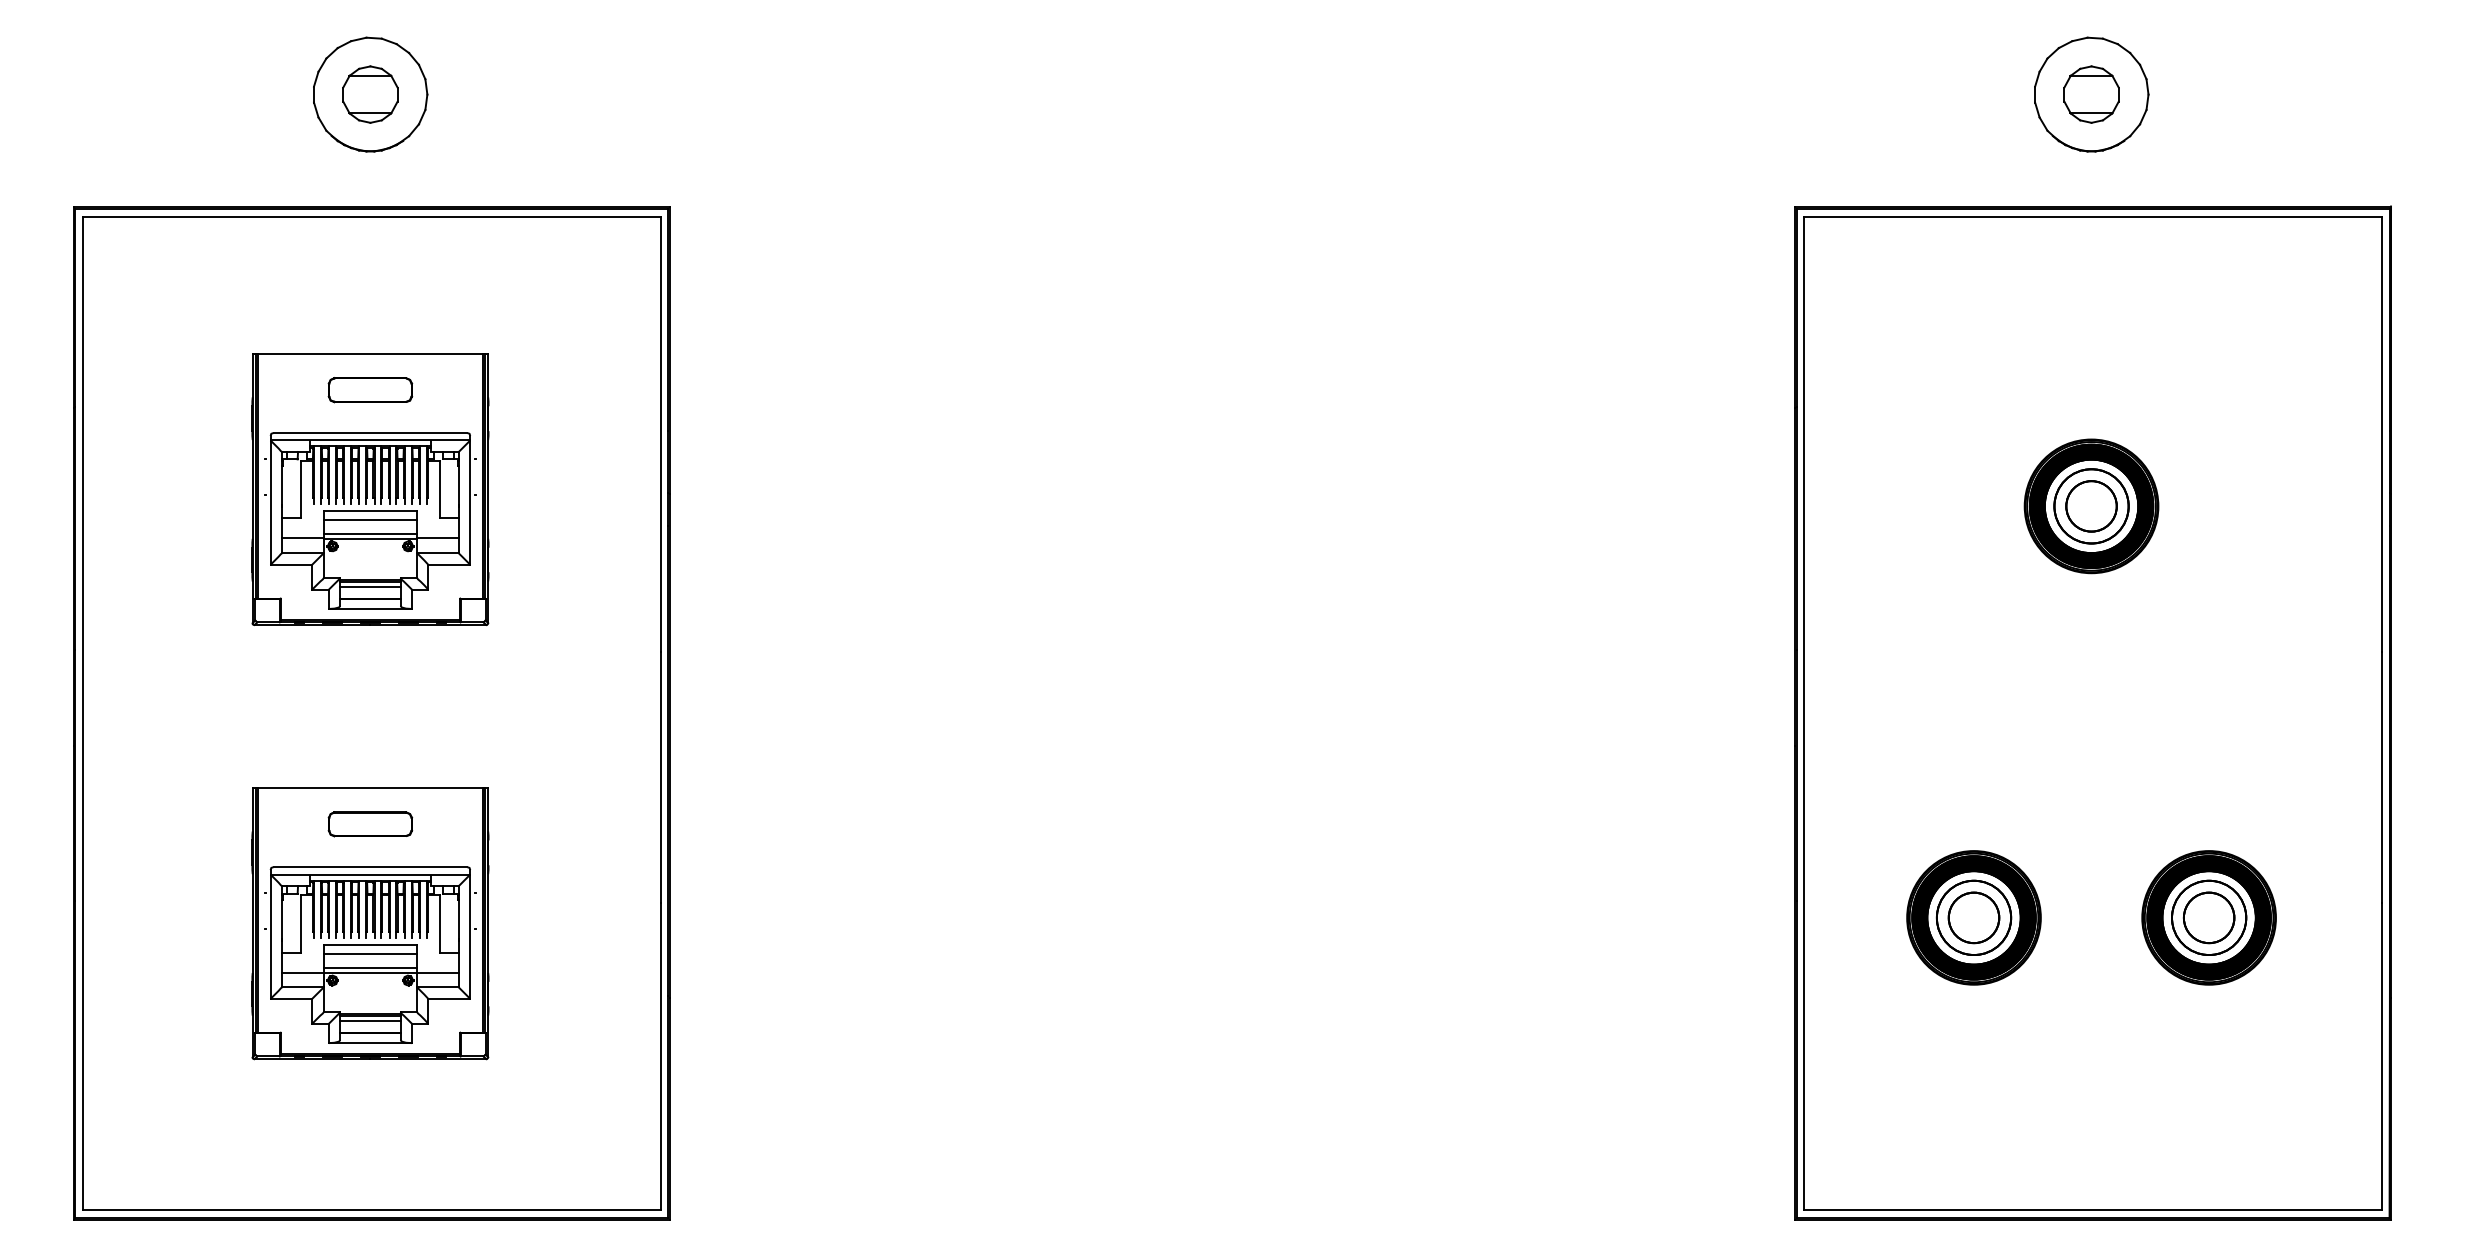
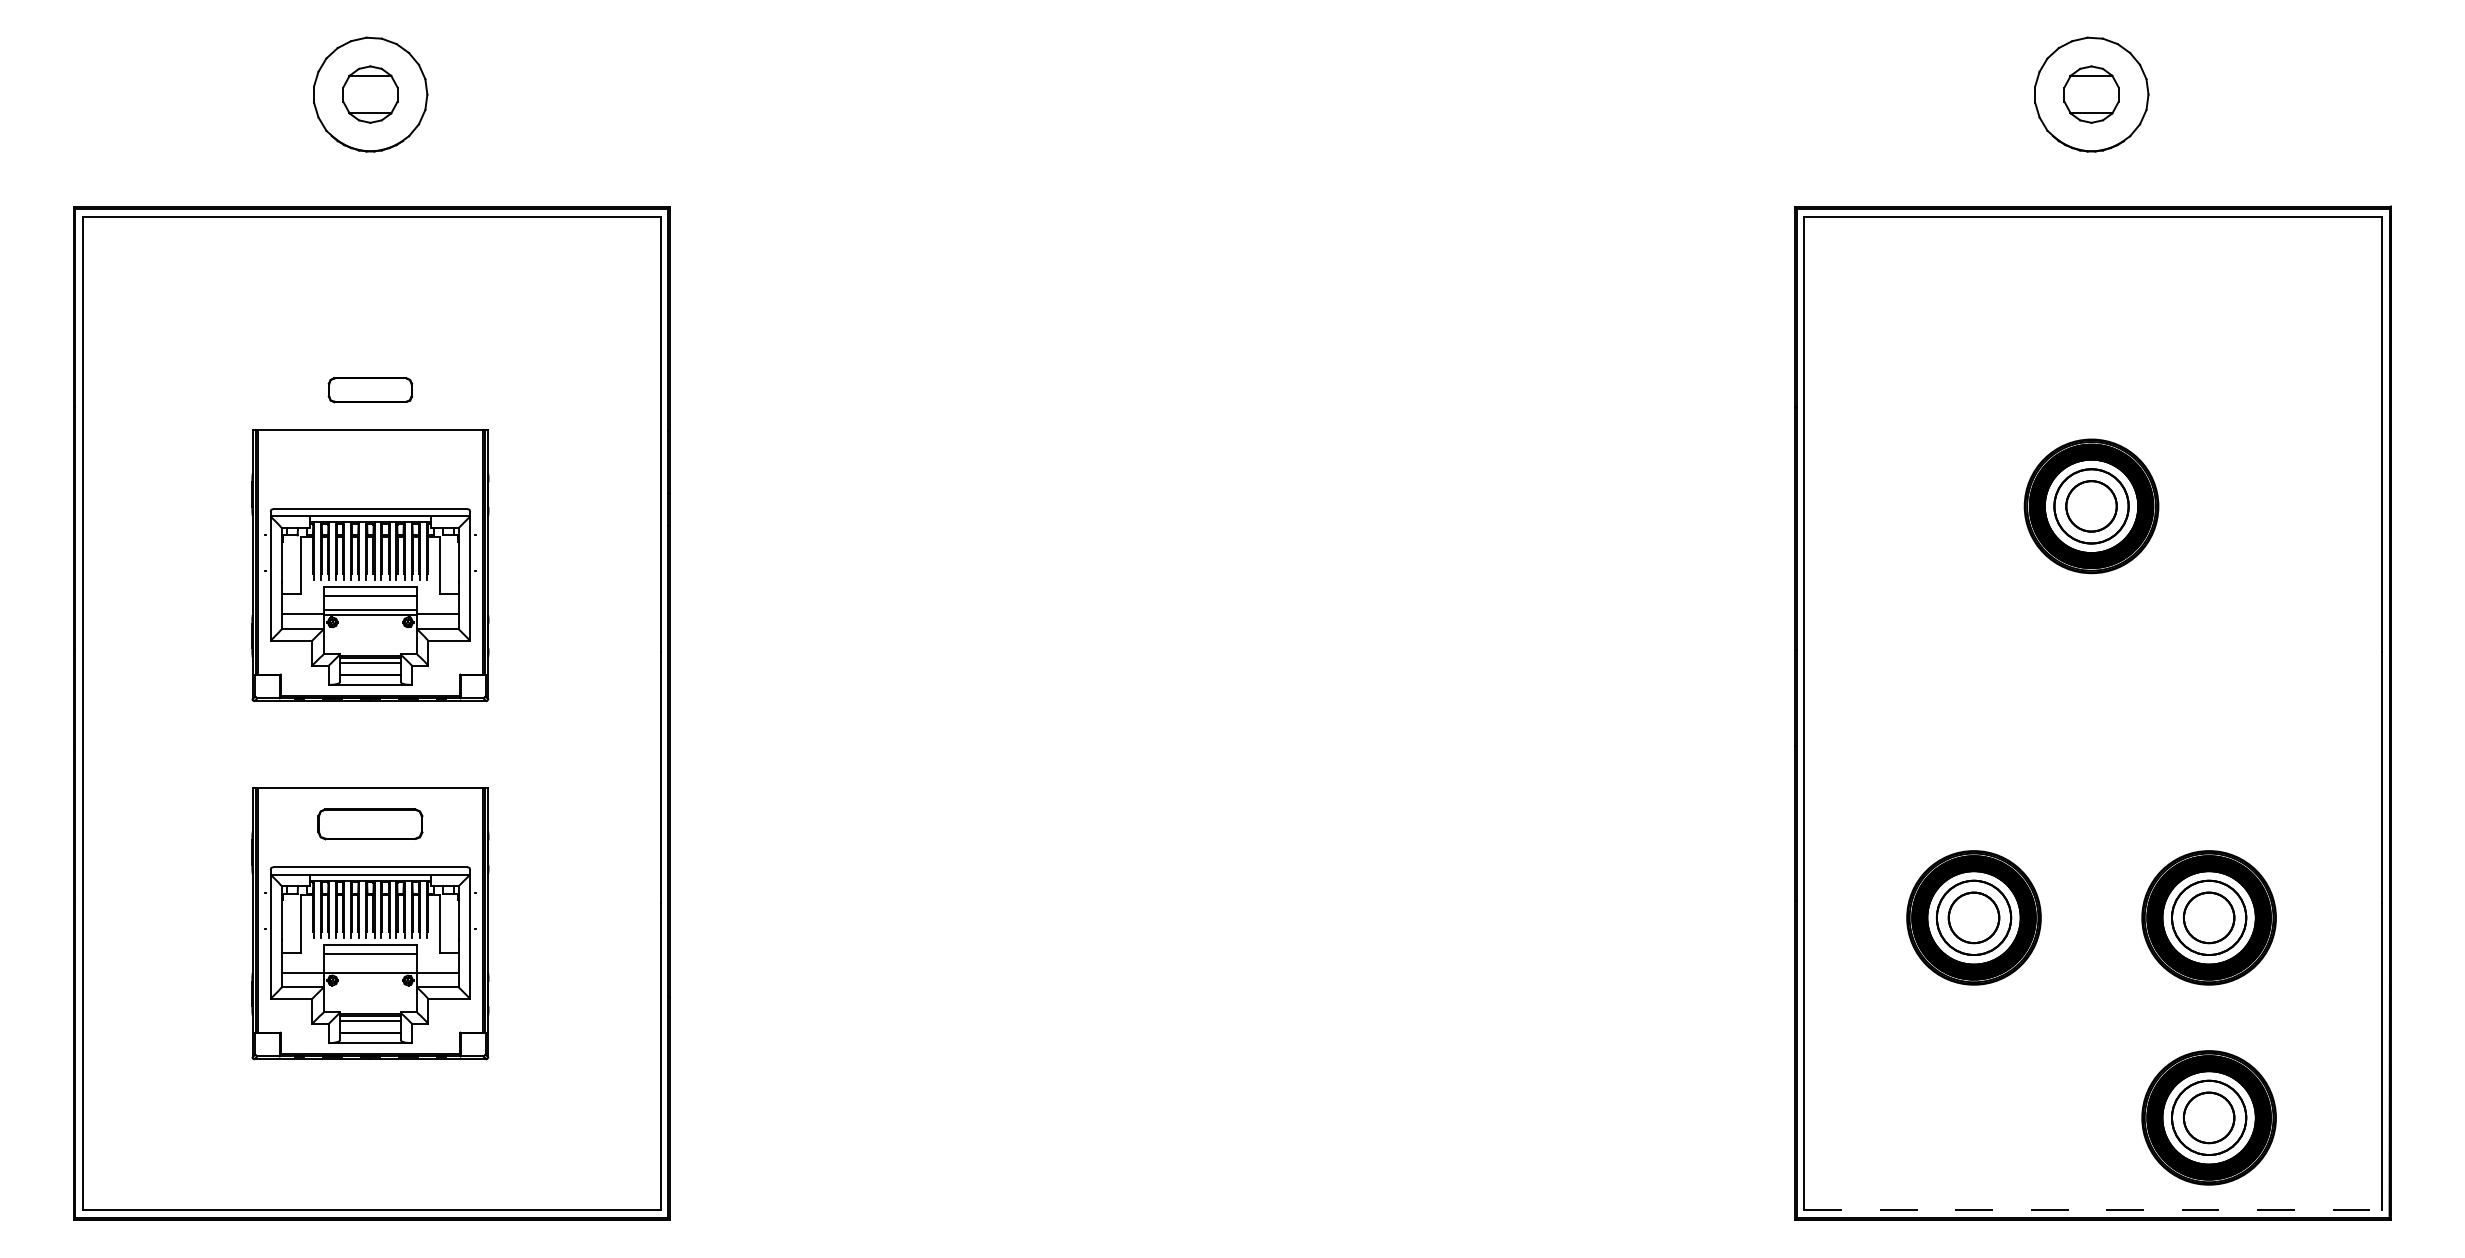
part at (370, 489) position: (370, 489) -> (370, 565)
part at (370, 824) size: 87x27 px -> 107x33 px
line at (370, 968): present -> none
part at (2208, 1117): none -> present
line at (2093, 1209): solid -> dashed
